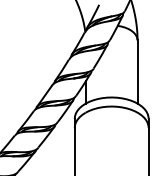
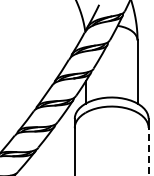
line at (148, 151): solid -> dashed
